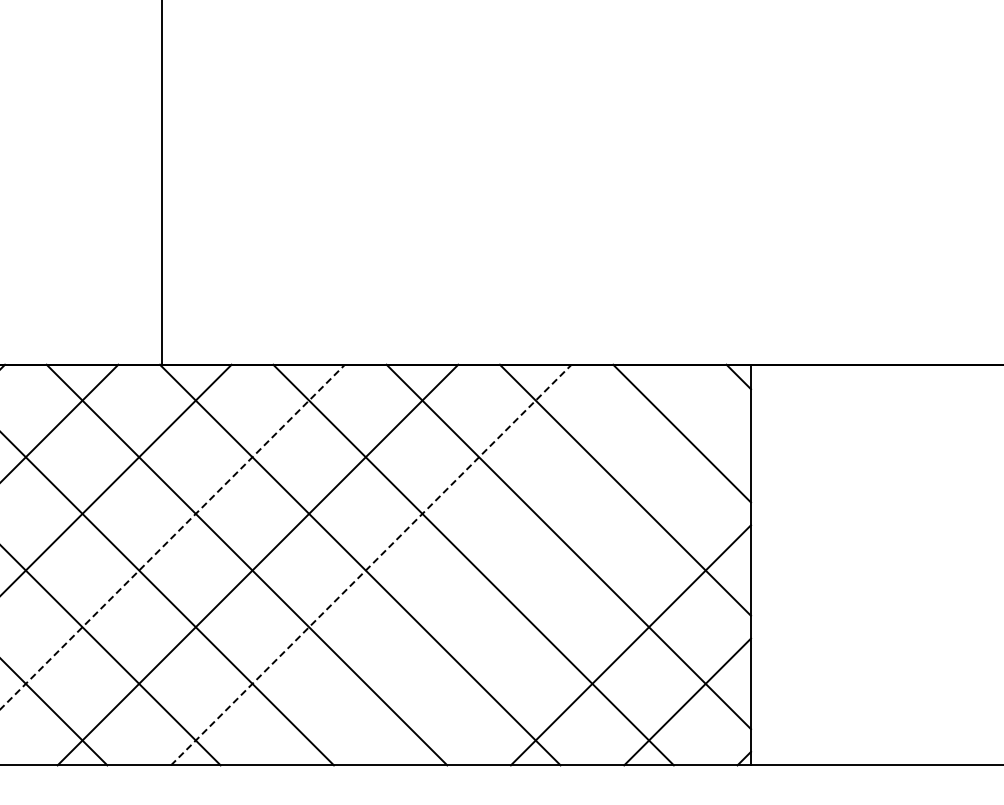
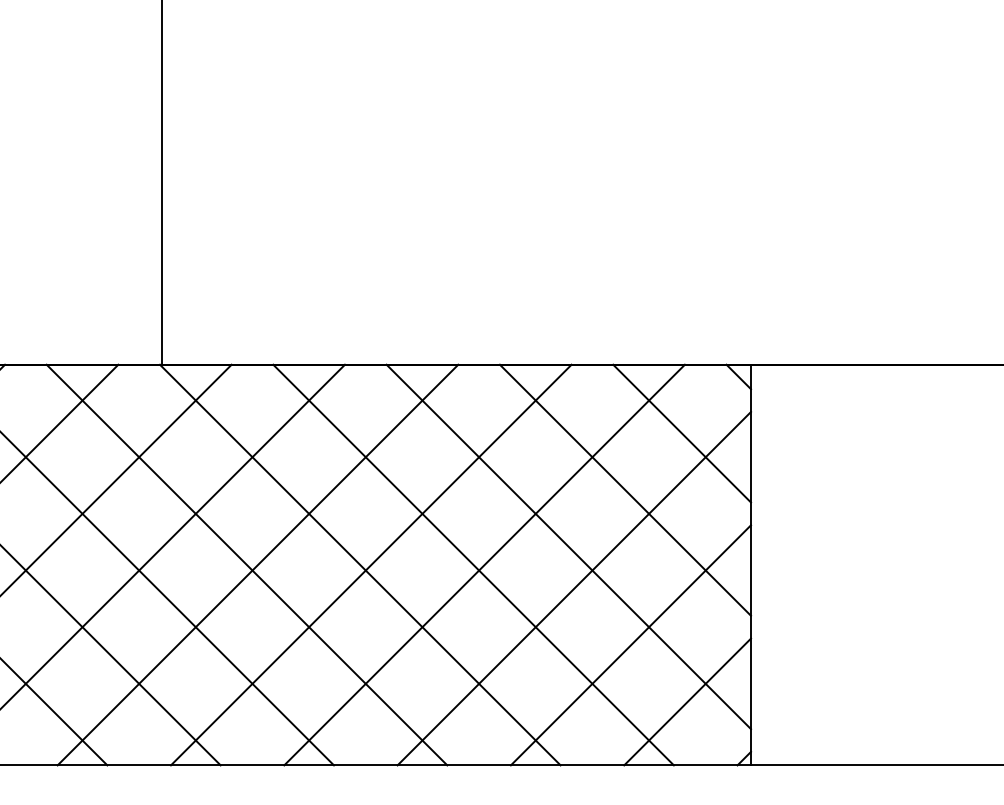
line at (172, 537): dashed -> solid
line at (371, 564): dashed -> solid
line at (484, 564): none -> present
line at (574, 588): none -> present
